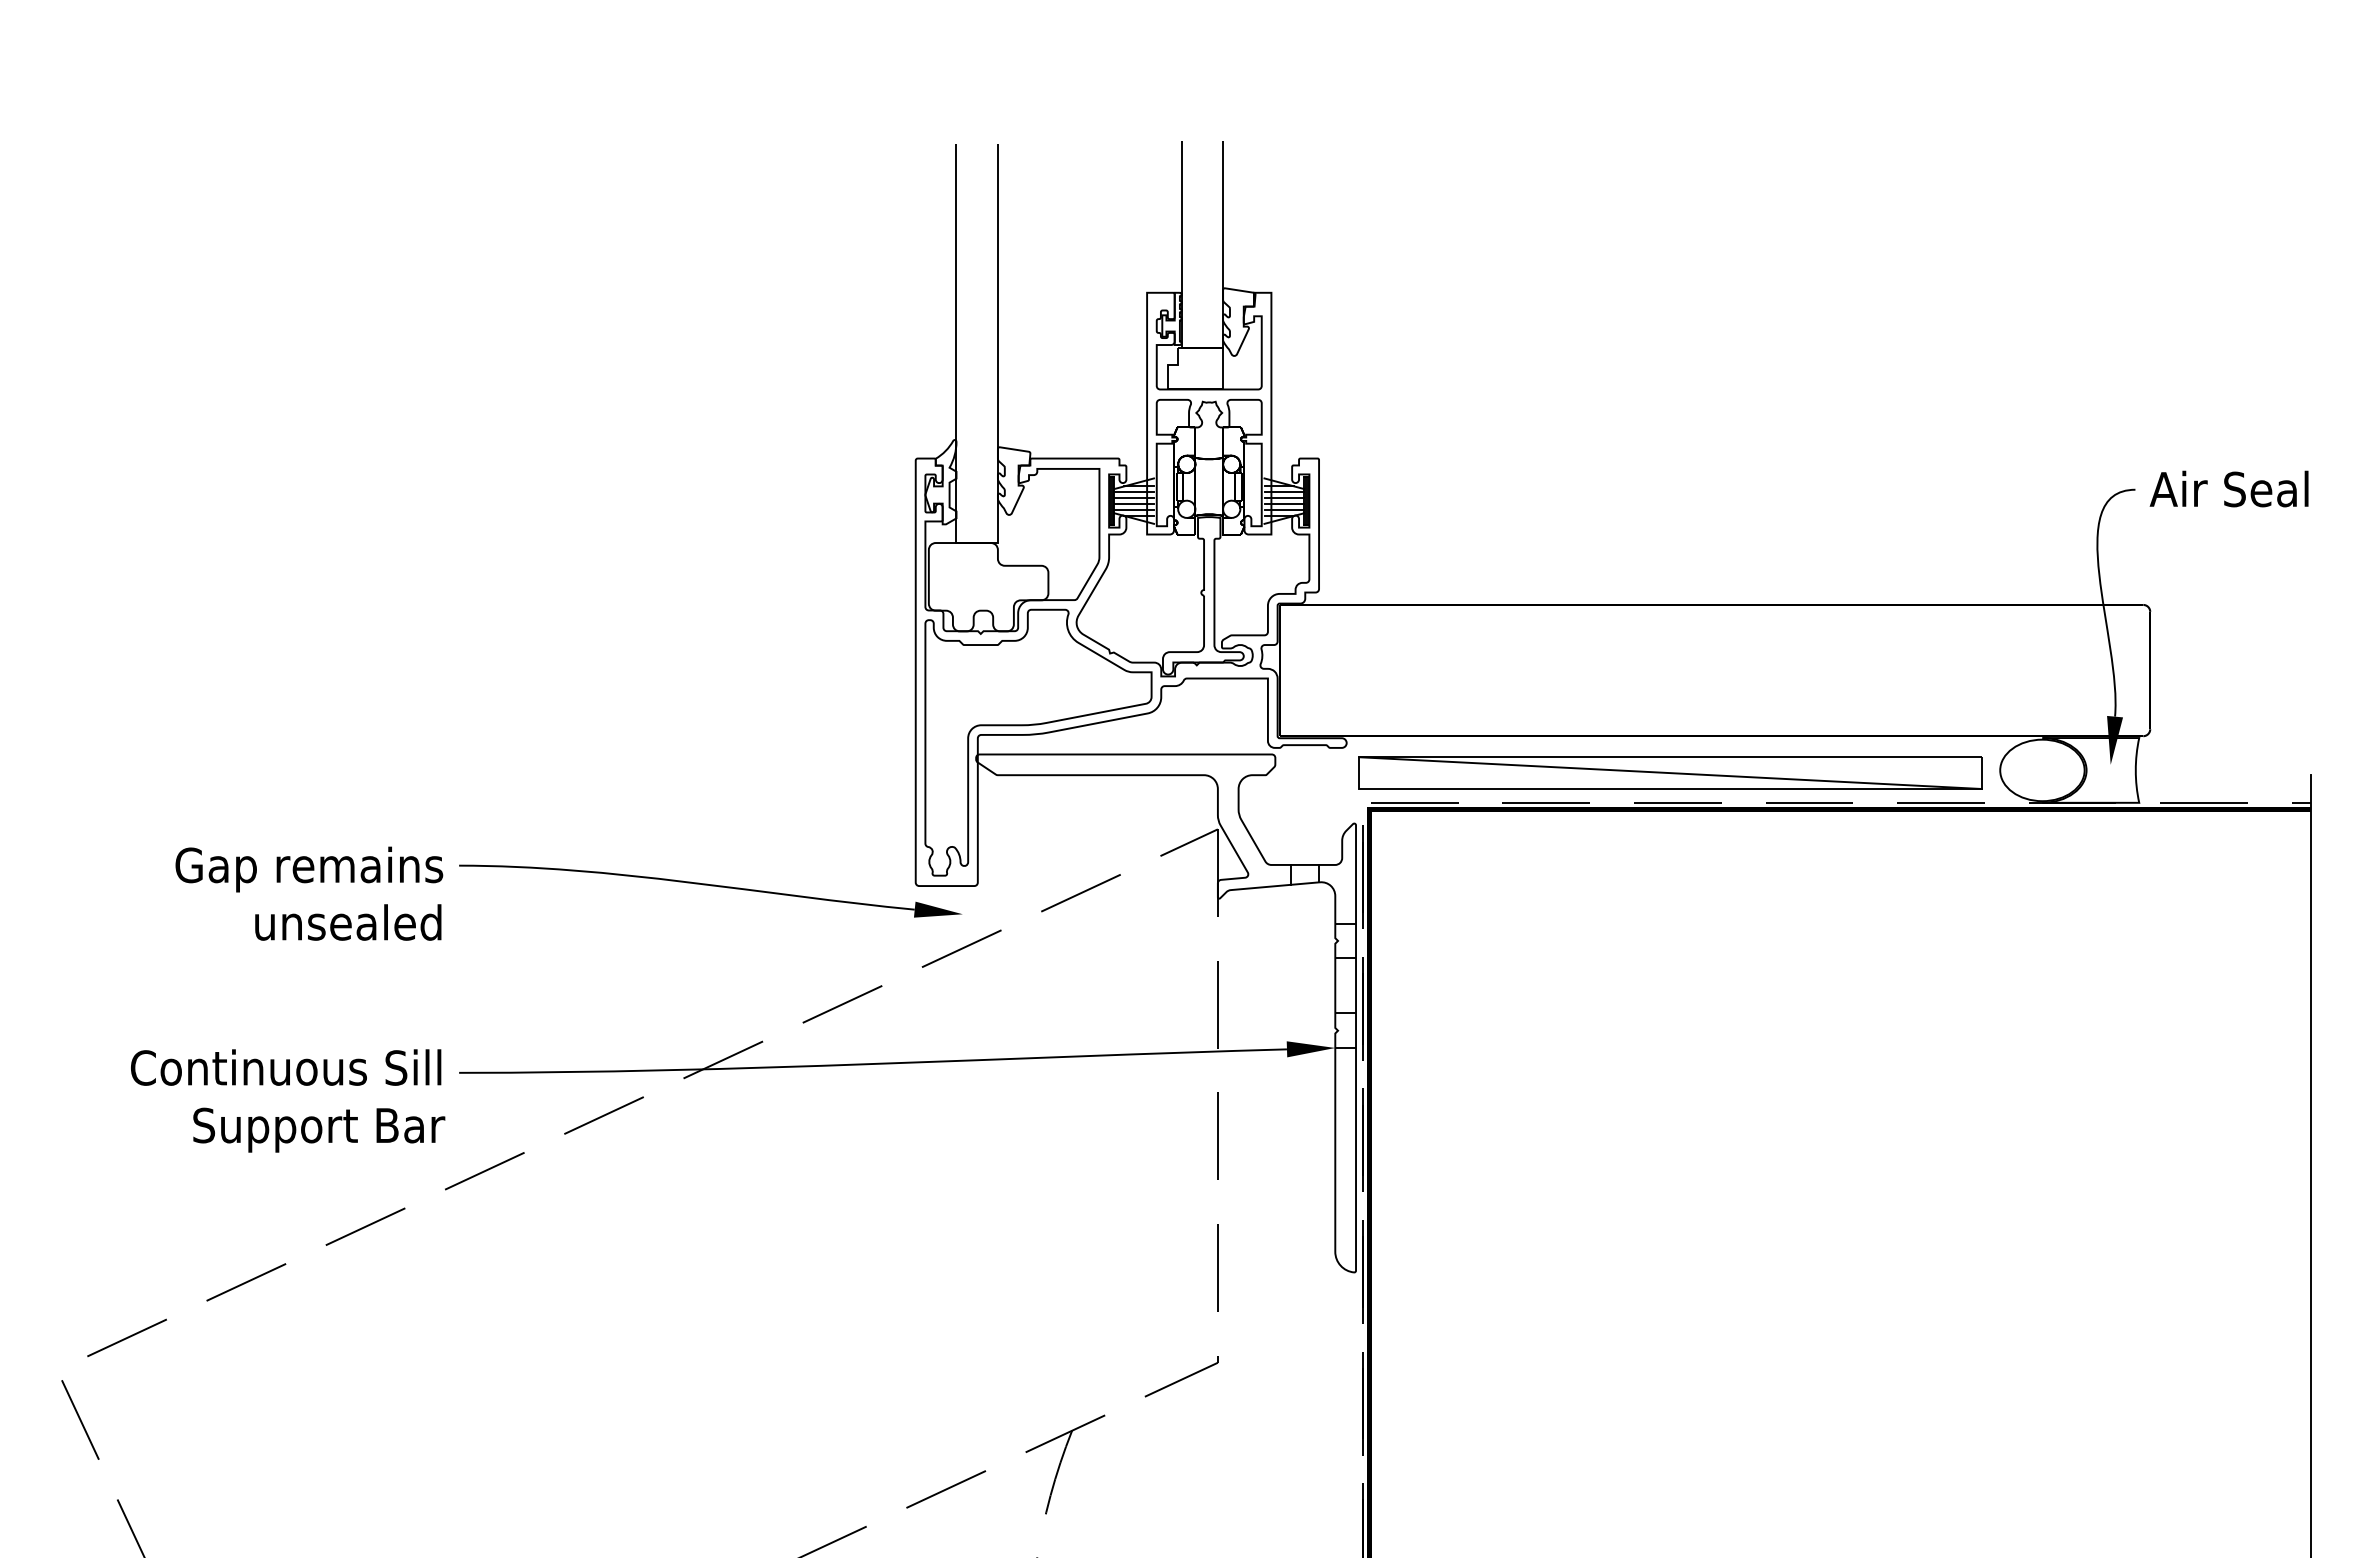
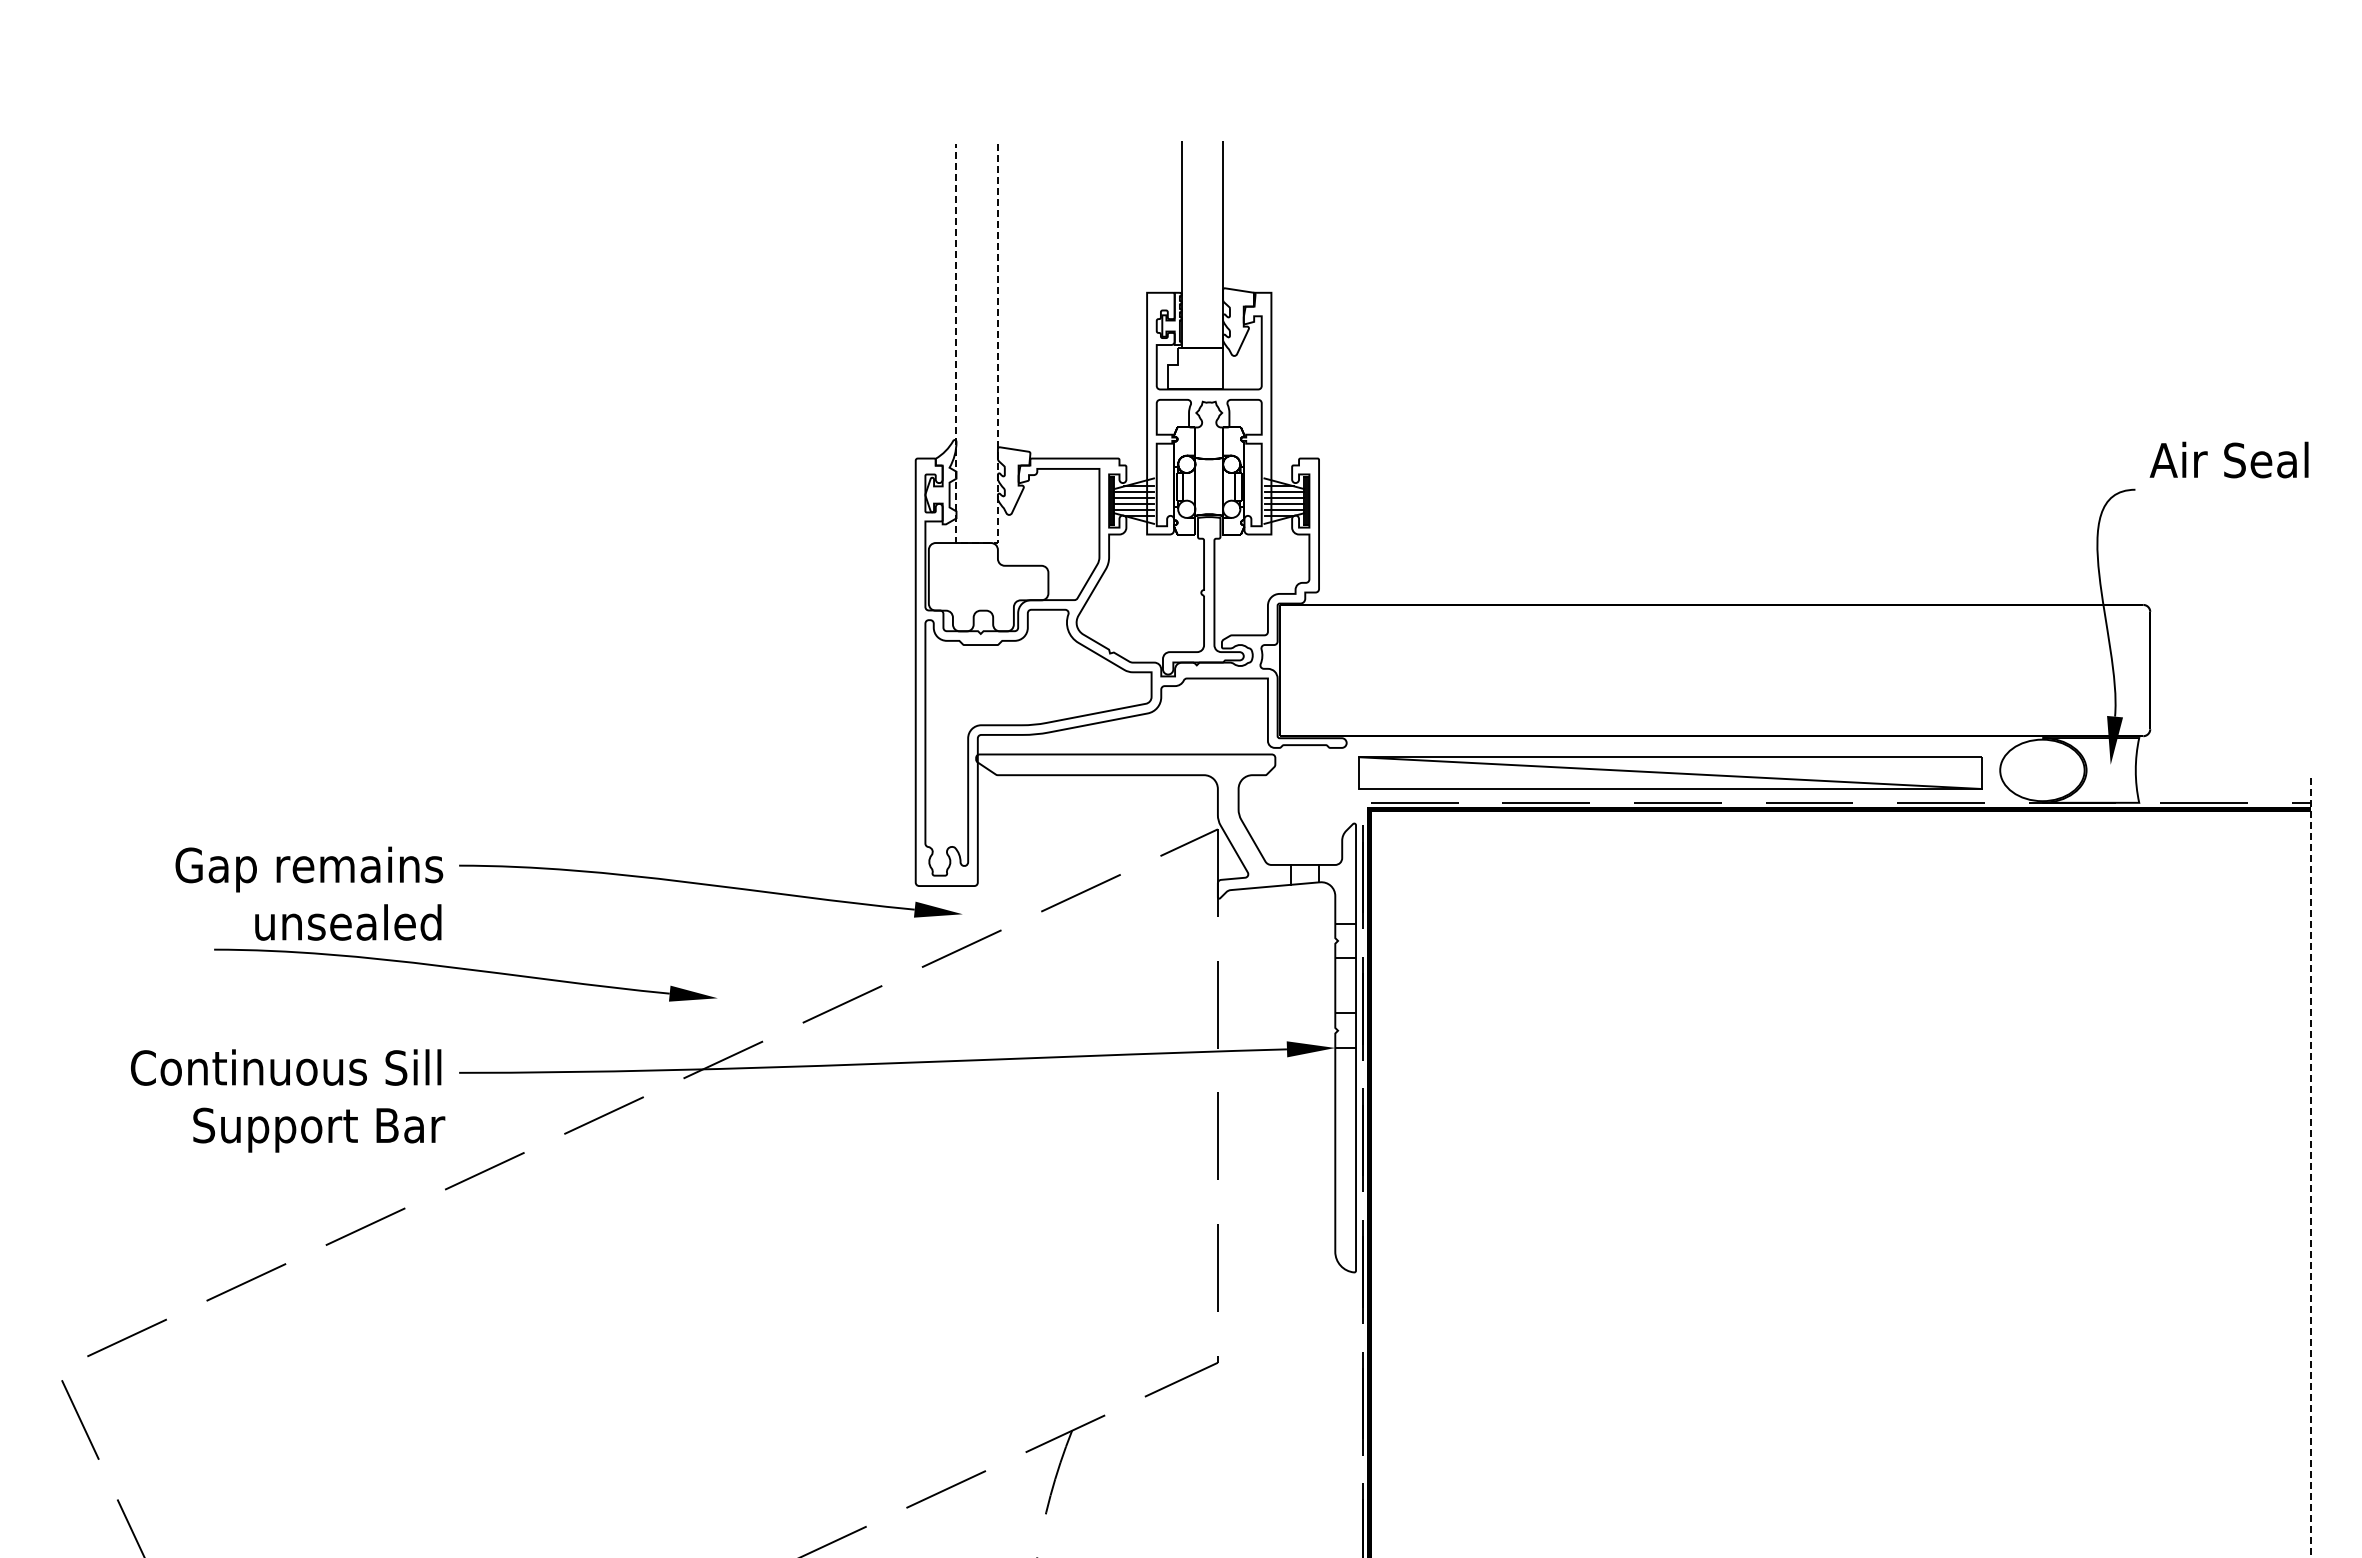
text at (2228, 488) position: (2228, 488) -> (2228, 459)
line at (977, 543): solid -> dashed
part at (465, 974): none -> present
line at (2310, 1165): solid -> dashed
